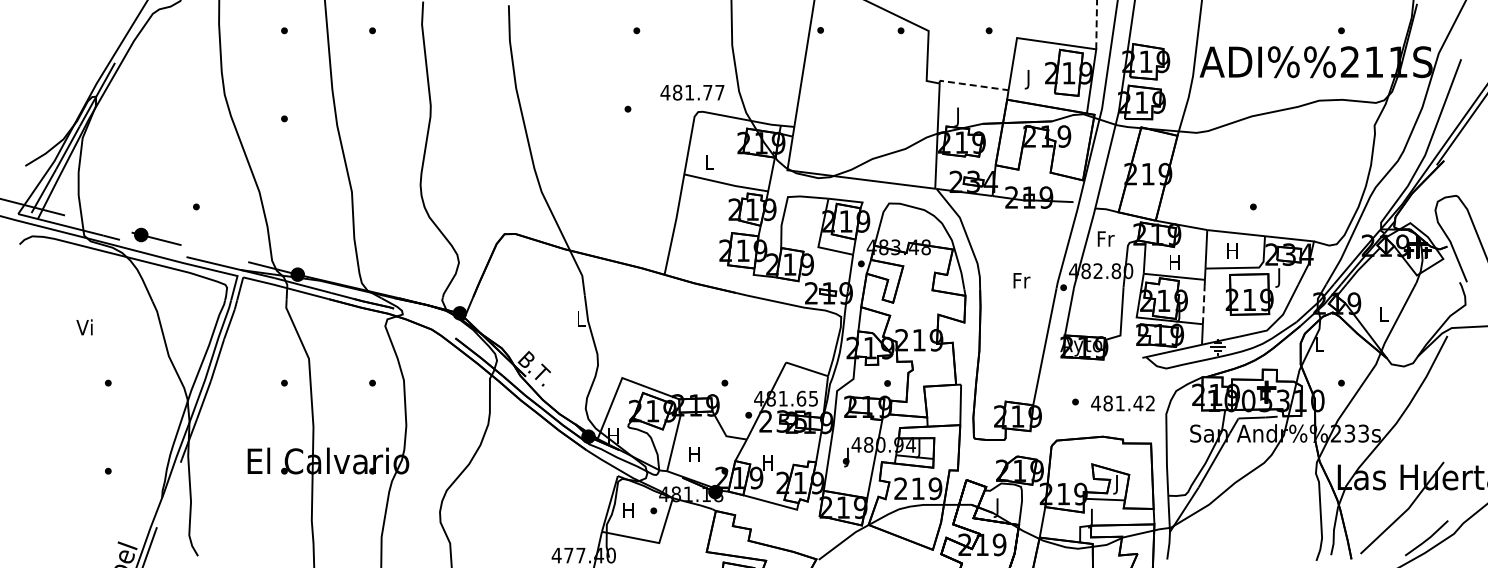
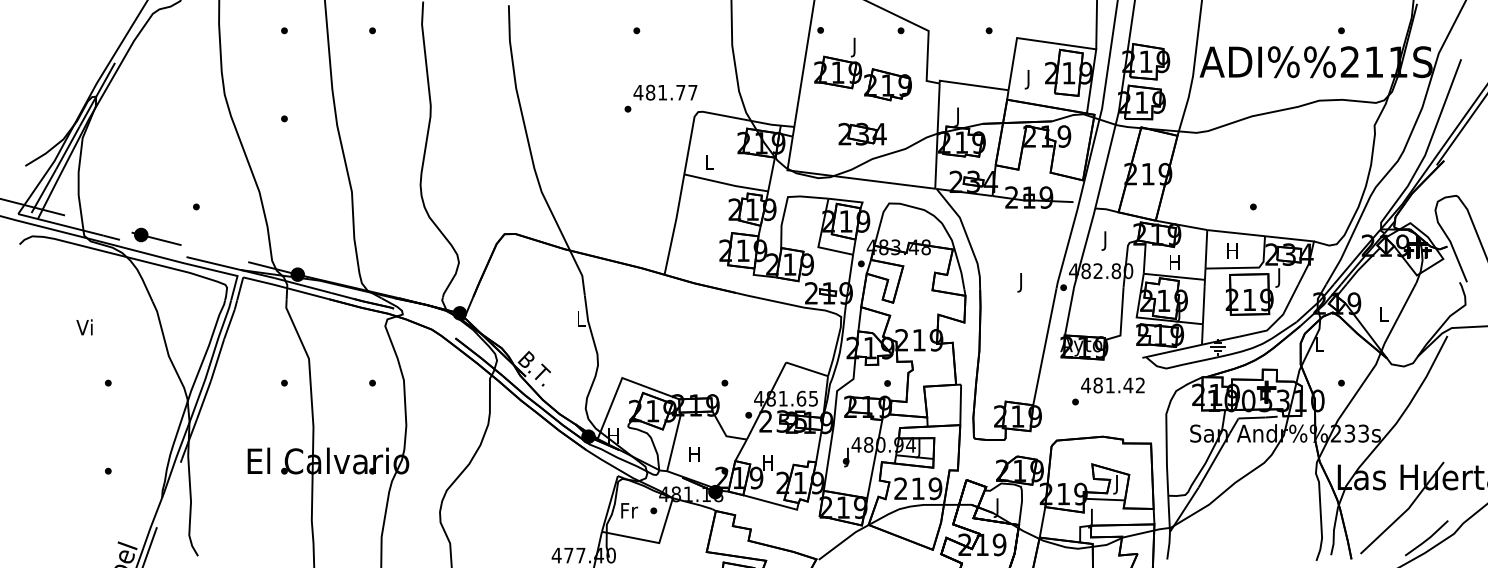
line at (1096, 24): dashed -> solid
part at (862, 69): none -> present
line at (972, 85): dashed -> solid
text at (692, 92) position: (692, 92) -> (665, 92)
part at (862, 133): none -> present
text at (1105, 240): Fr -> J
text at (1021, 282): Fr -> J
line at (1203, 304): dashed -> solid
text at (1122, 403) position: (1122, 403) -> (1112, 385)
text at (629, 510): H -> Fr
